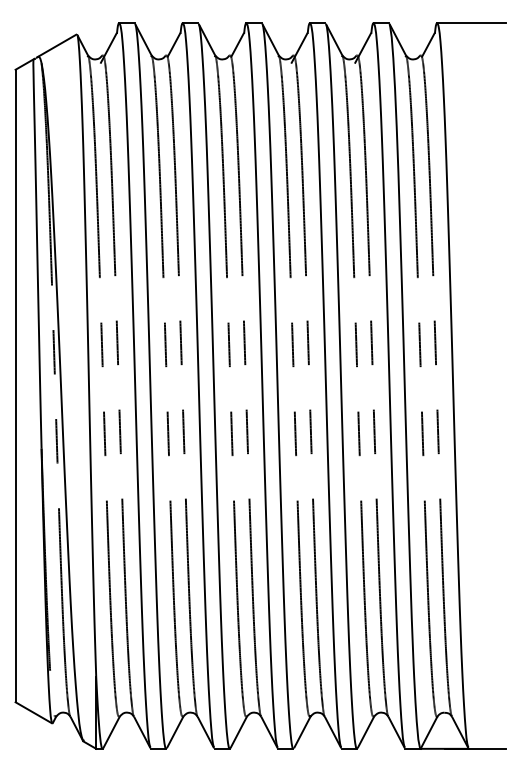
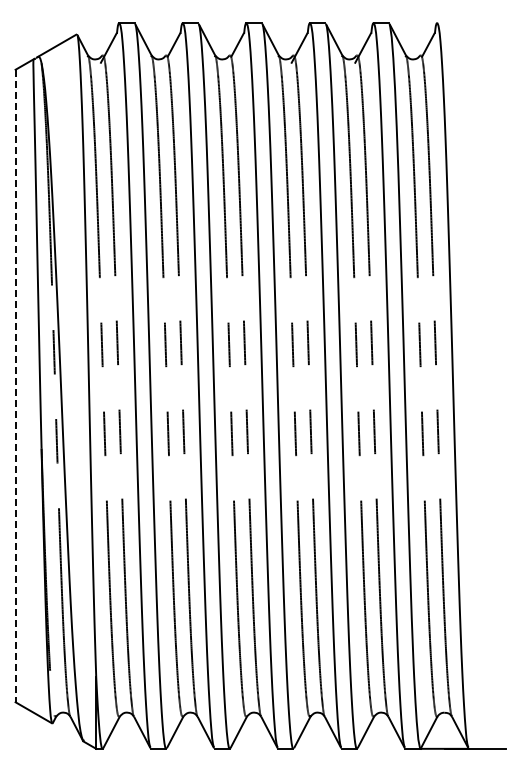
line at (471, 23): present -> none
line at (15, 386): solid -> dashed
